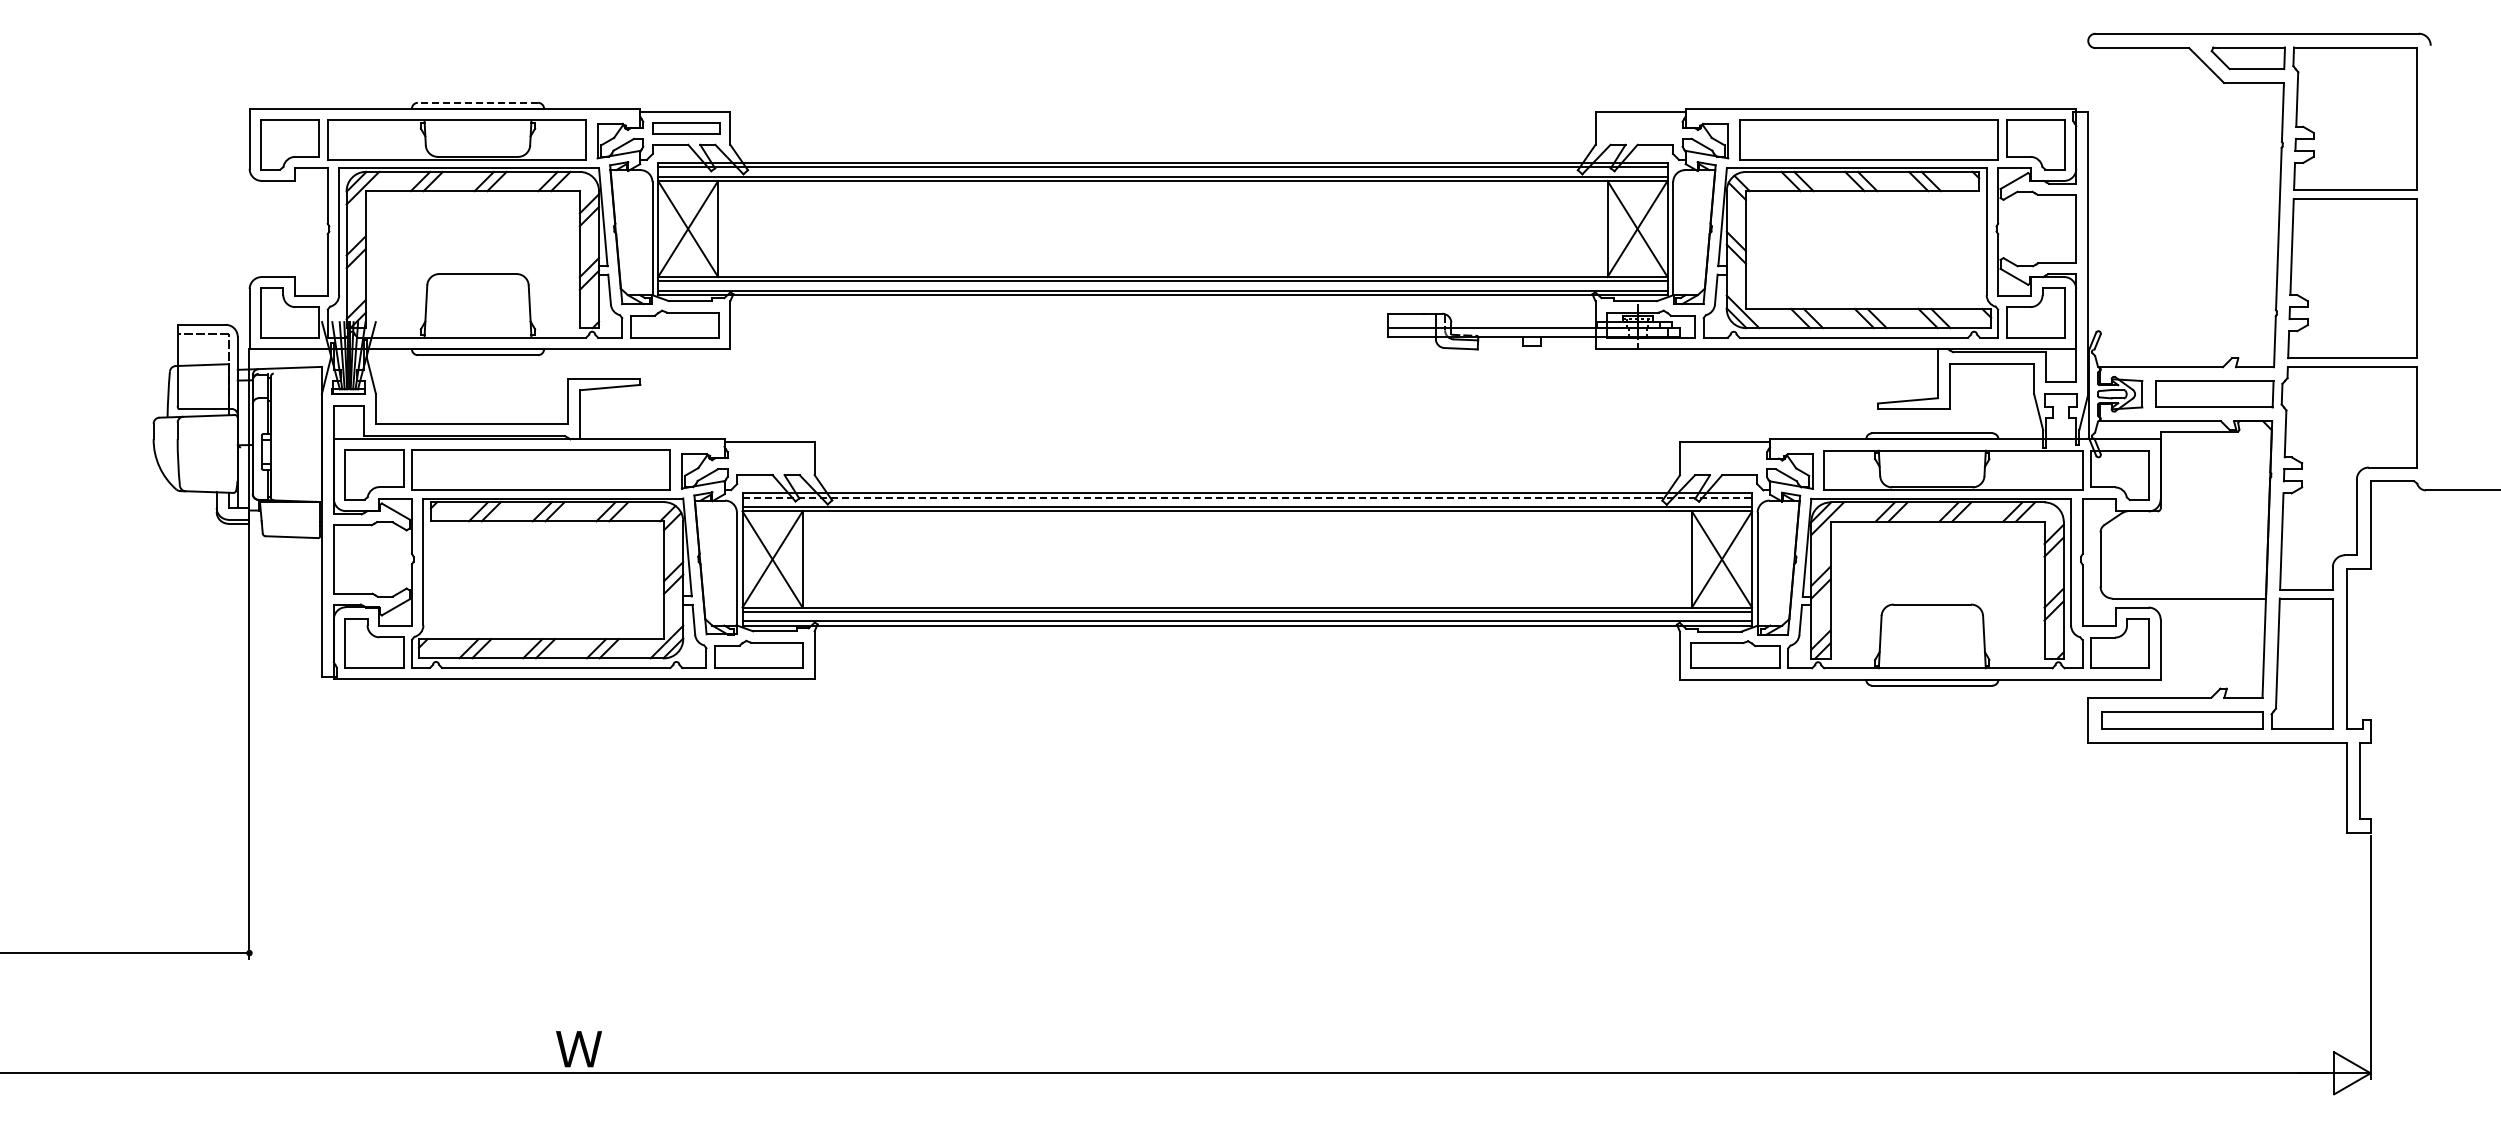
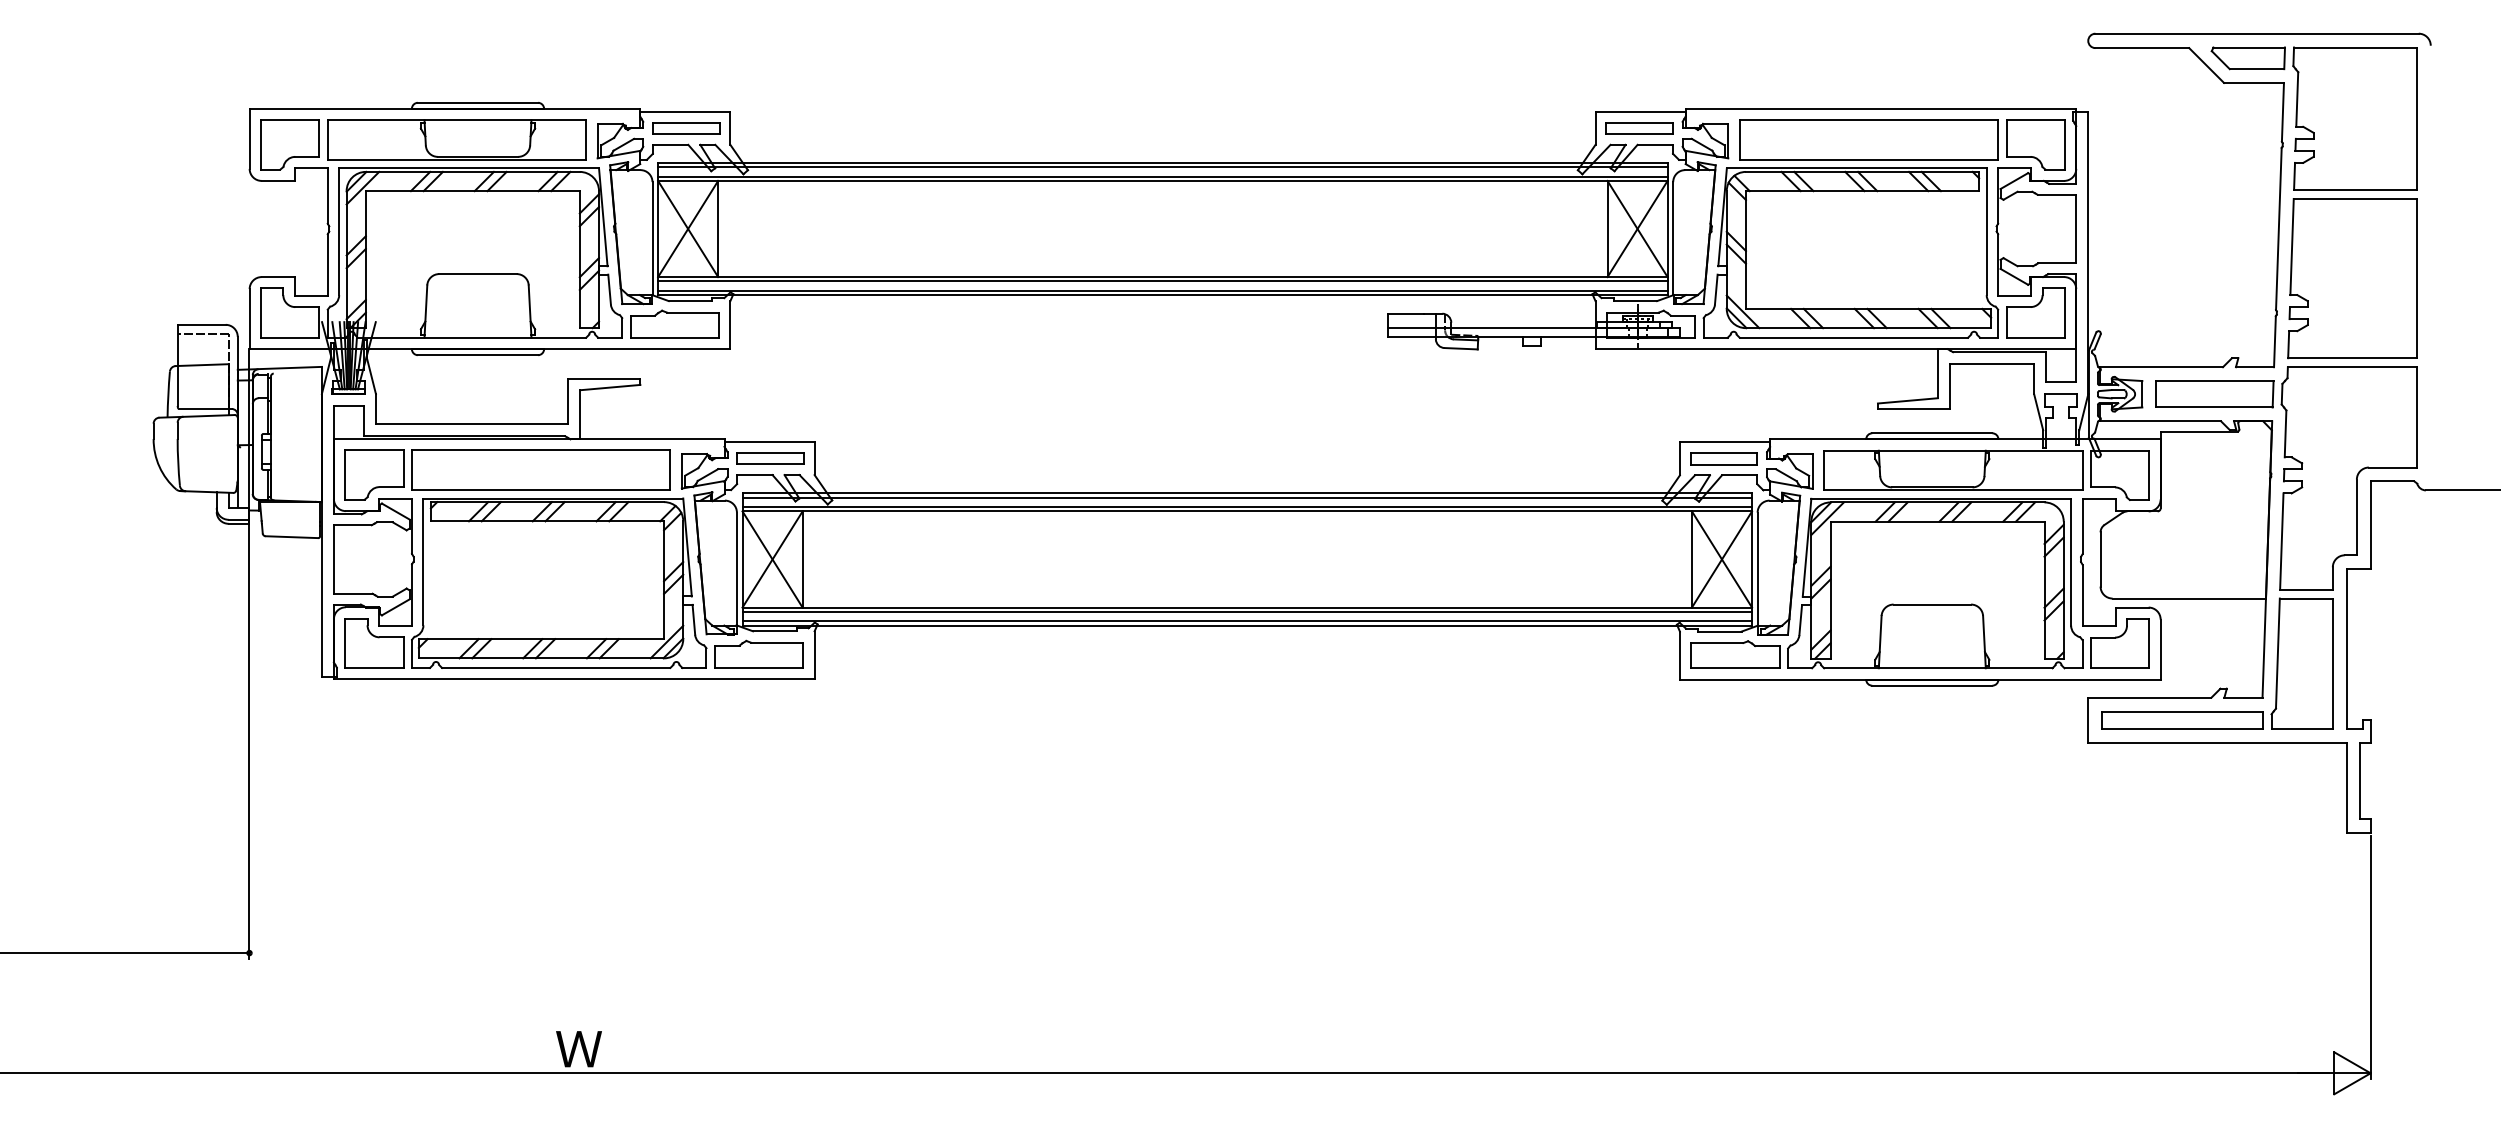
line at (477, 102): dashed -> solid
part at (1639, 128): none -> present
part at (770, 458): none -> present
part at (1723, 458): none -> present
line at (1247, 497): dashed -> solid
